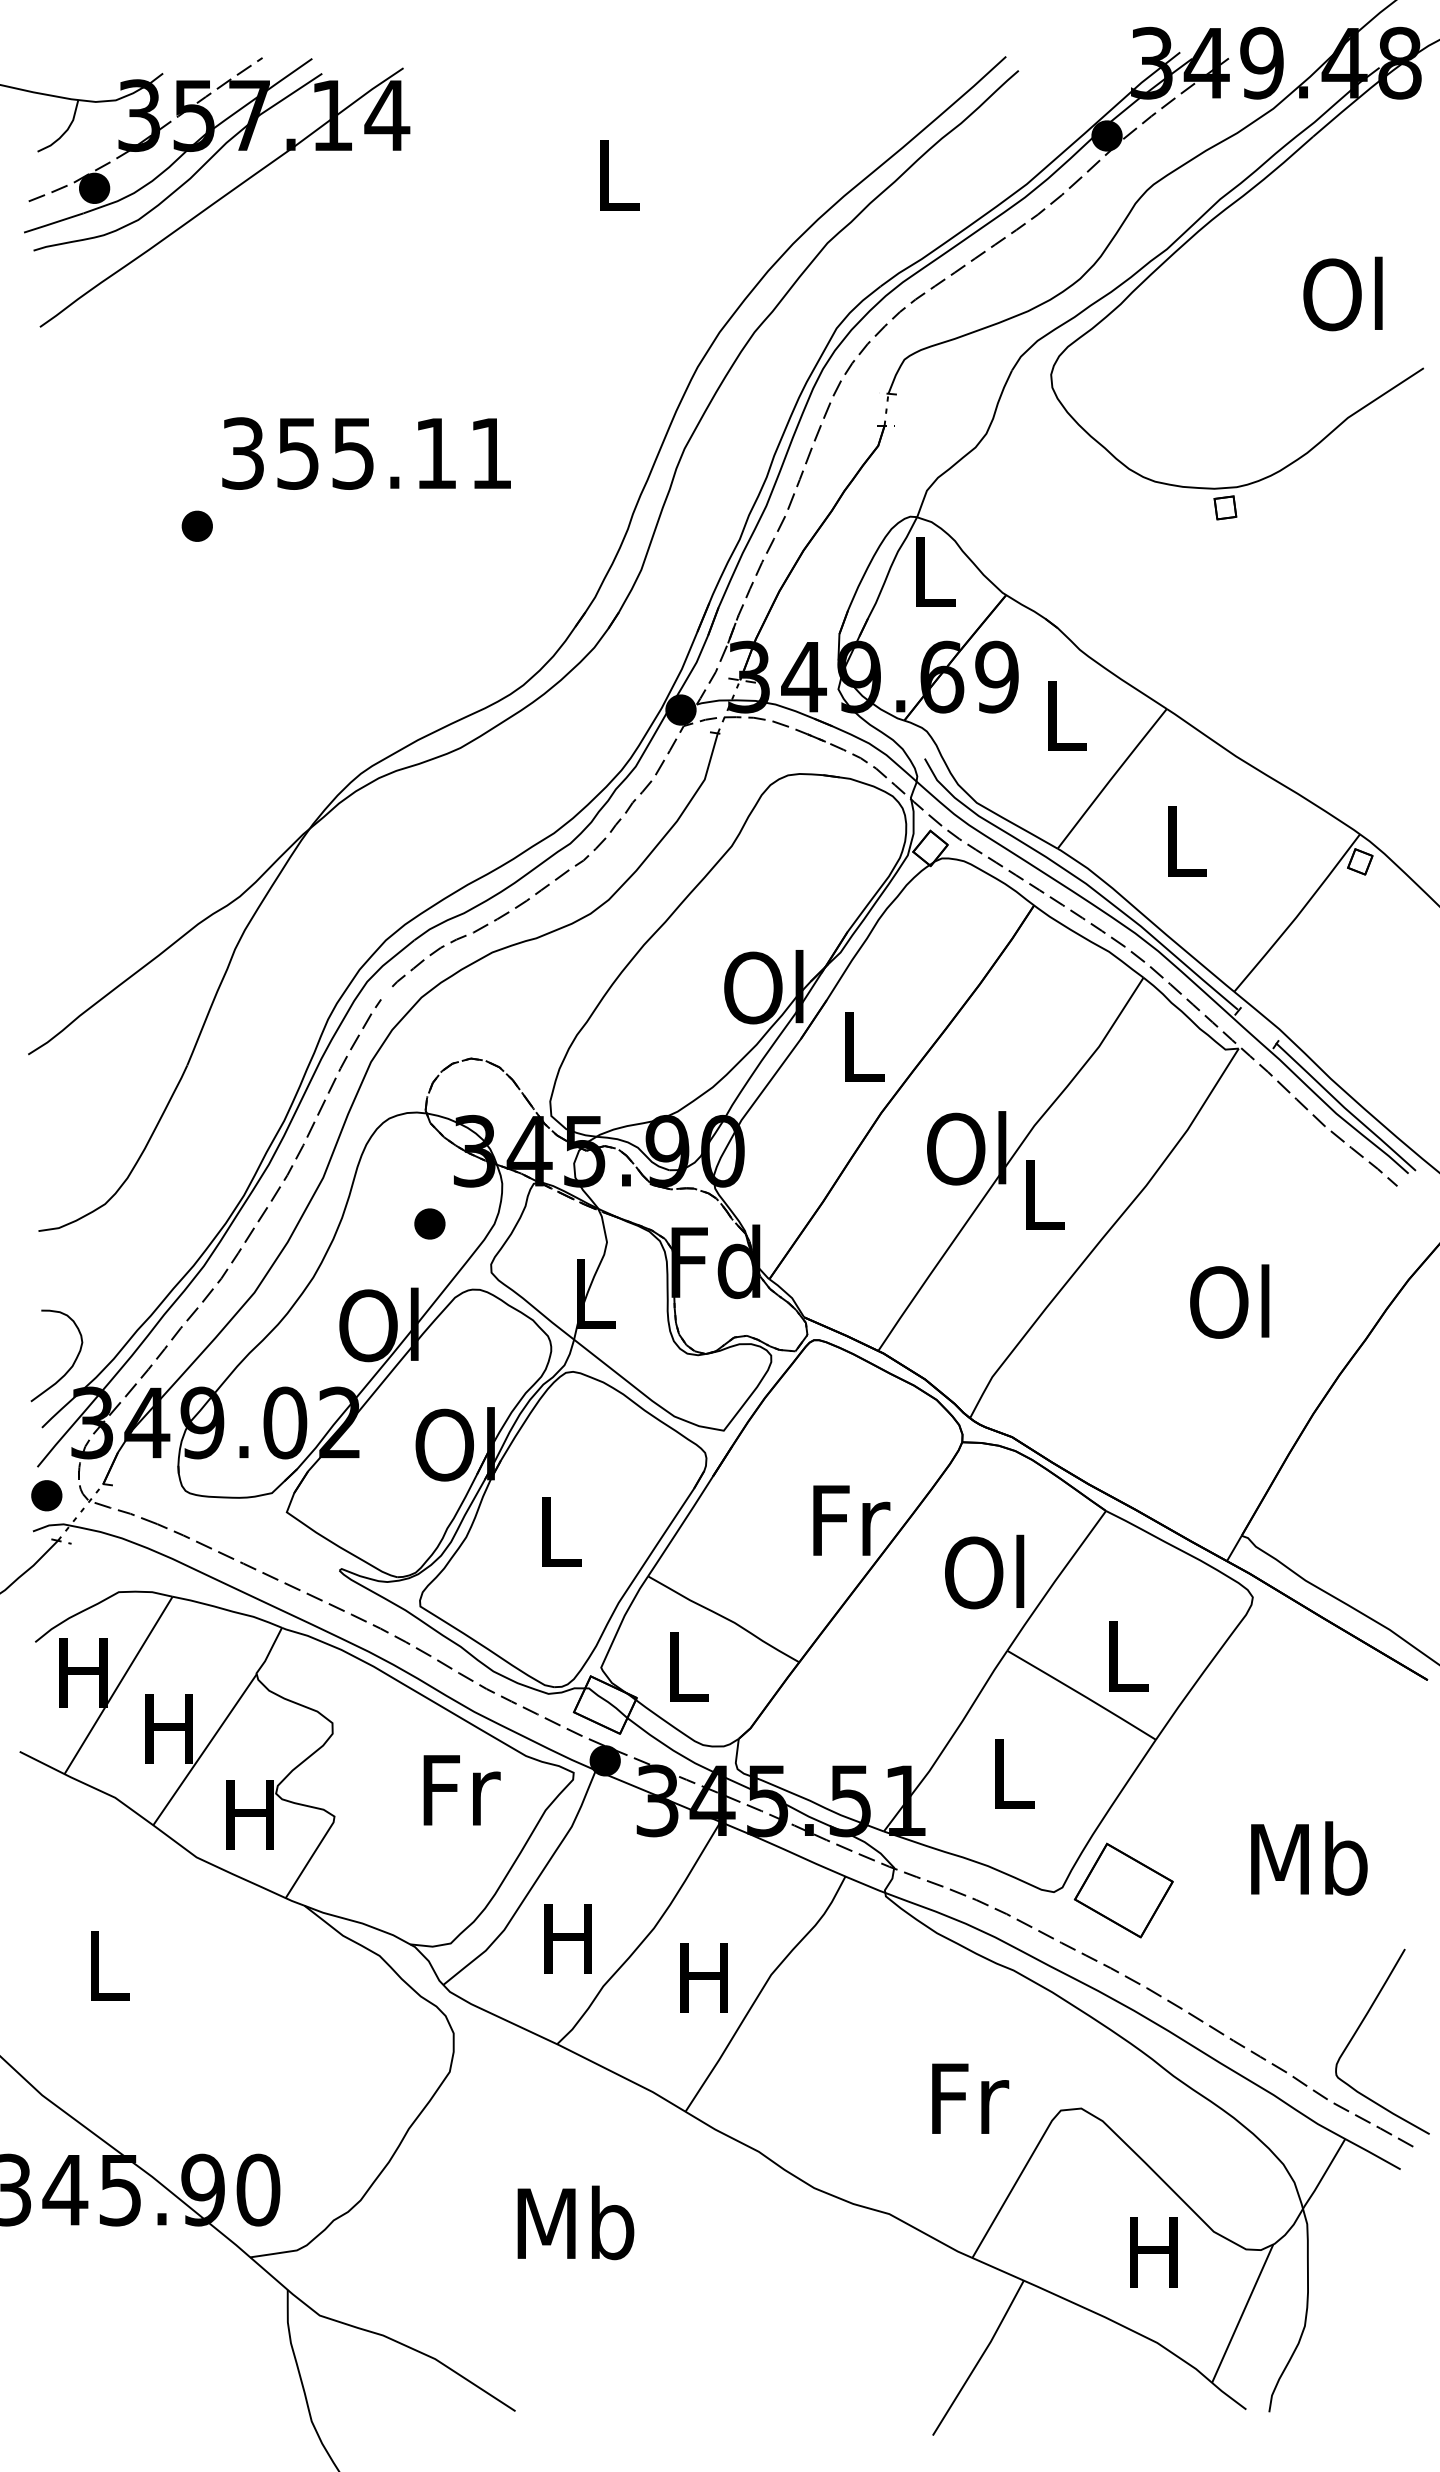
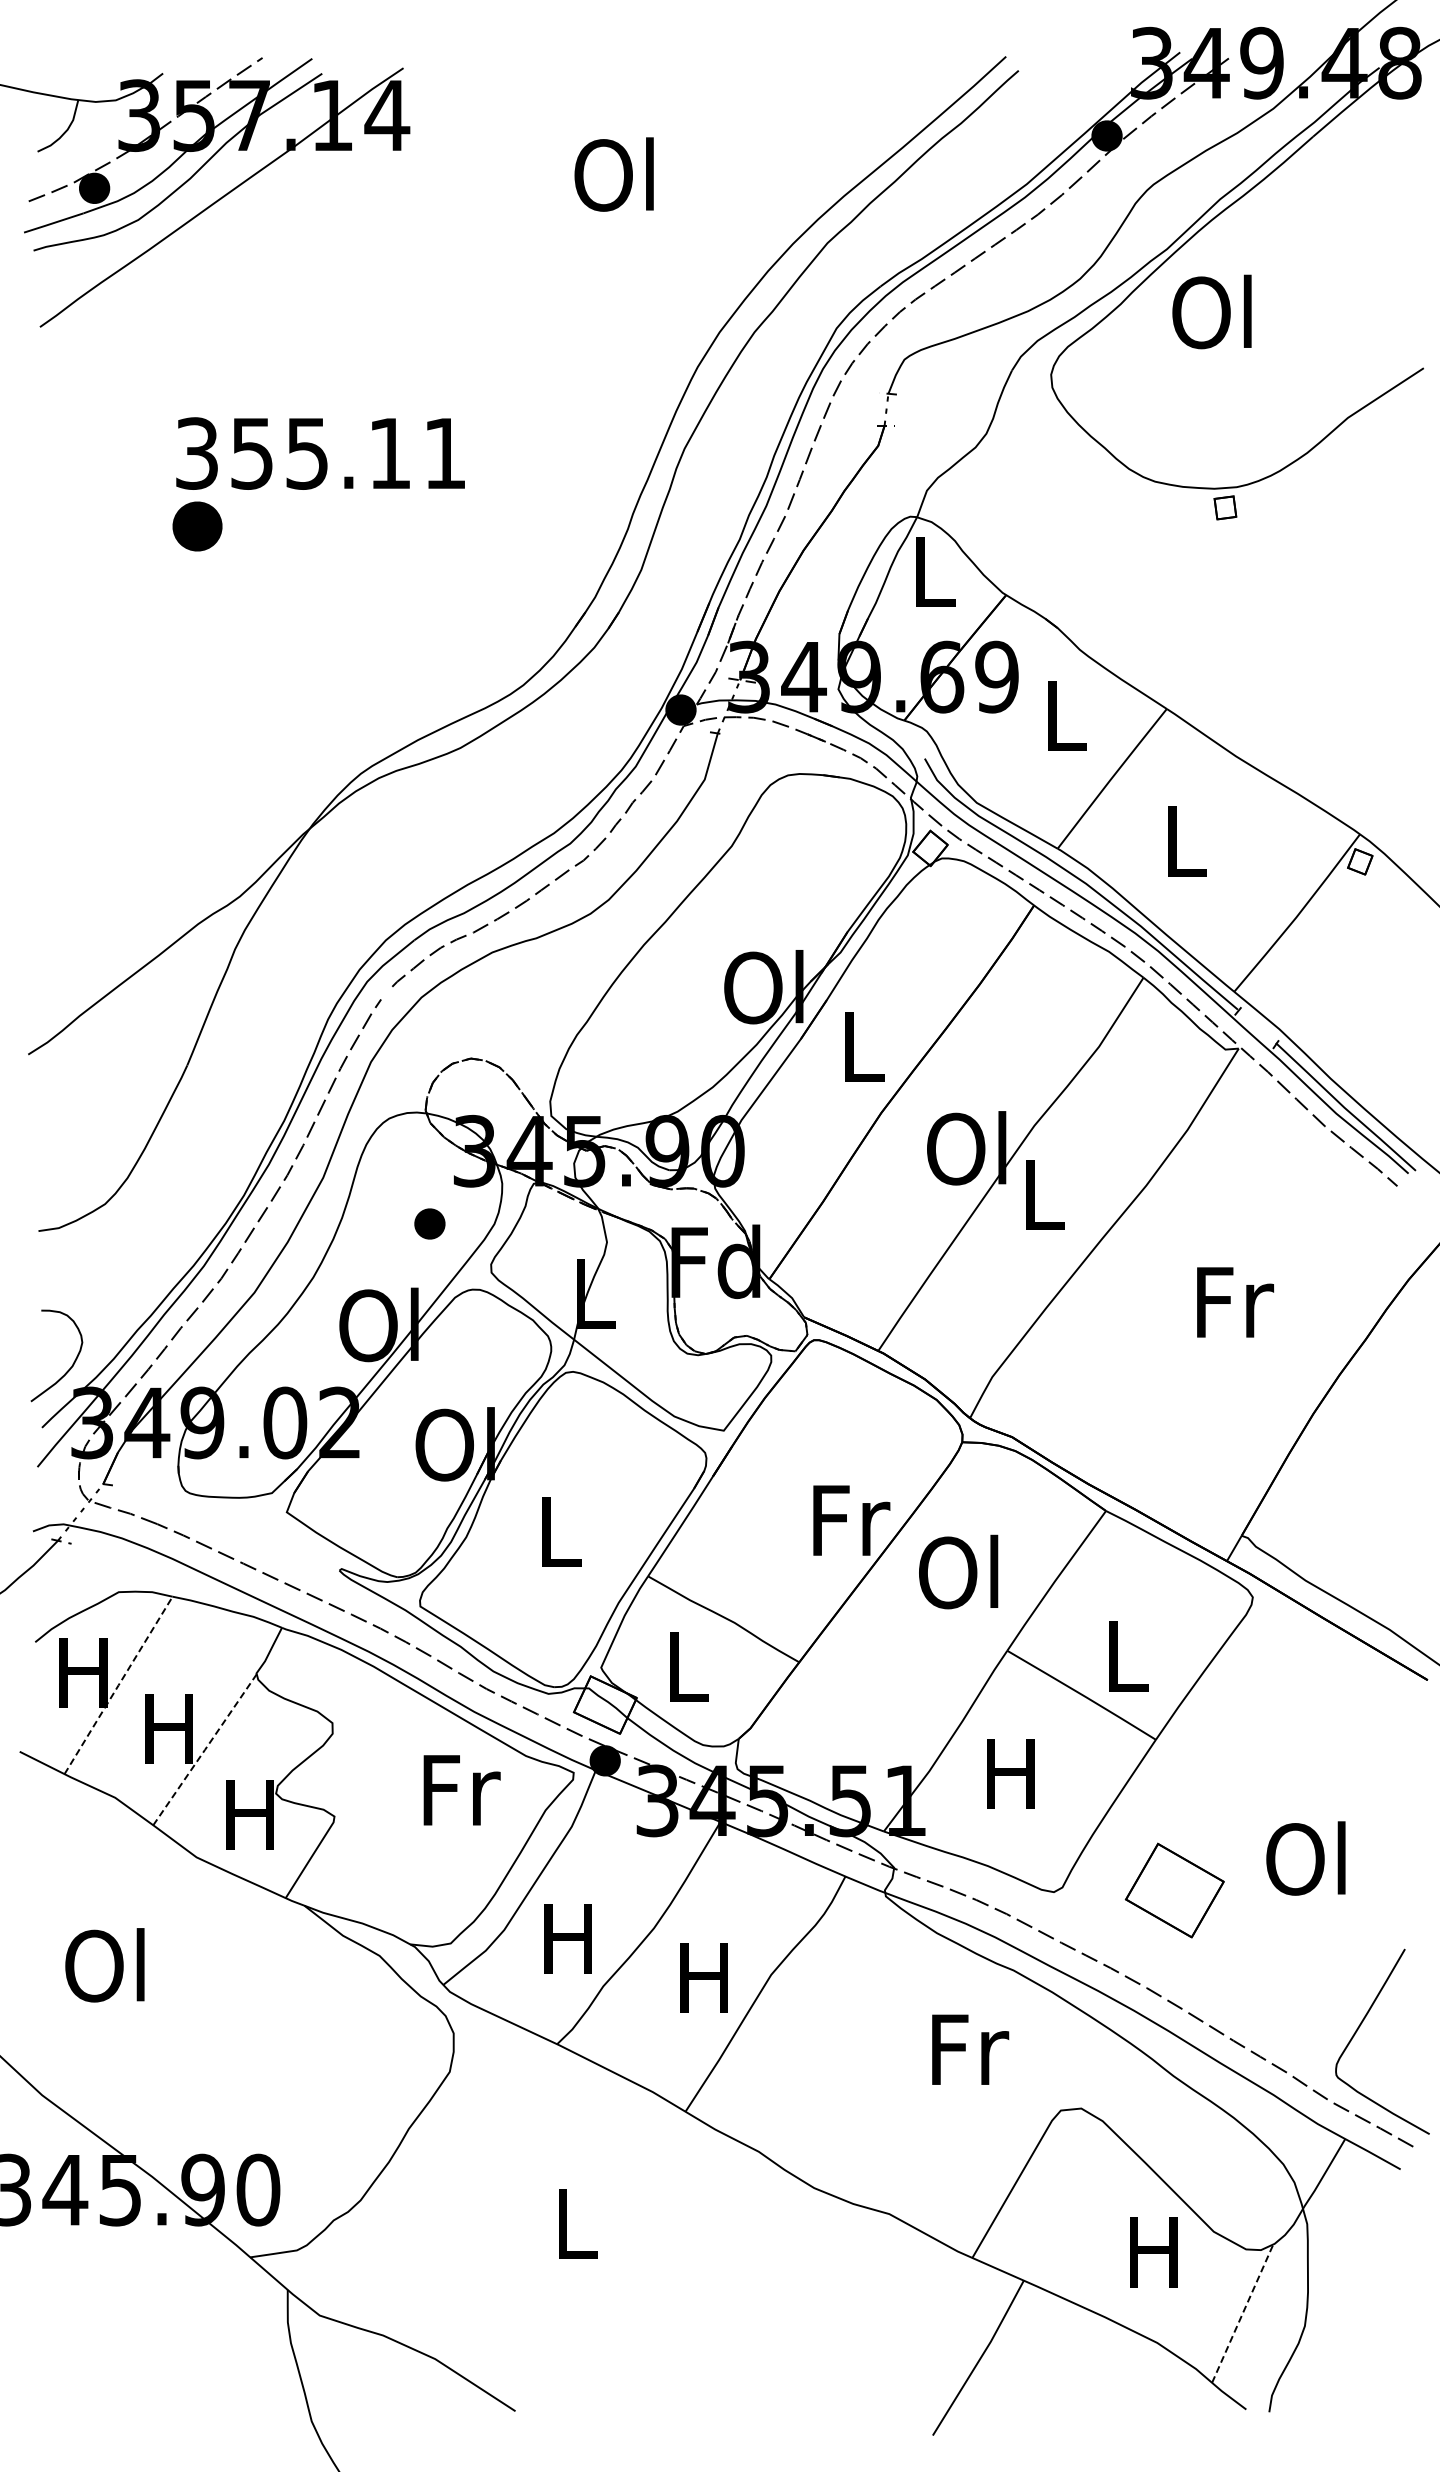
text at (613, 174): L -> Ol
text at (1342, 293) position: (1342, 293) -> (1211, 311)
text at (366, 453) position: (366, 453) -> (320, 453)
part at (196, 525) size: 32x32 px -> 51x51 px
text at (1232, 1301): Ol -> Fr
part at (46, 1495): present -> none
text at (984, 1571) position: (984, 1571) -> (958, 1571)
line at (118, 1685): solid -> dashed
line at (205, 1749): solid -> dashed
text at (1010, 1773): L -> H
text at (1309, 1858): Mb -> Ol
part at (1123, 1890) position: (1123, 1890) -> (1174, 1890)
text at (104, 1965): L -> Ol
text at (970, 2098) position: (970, 2098) -> (970, 2049)
text at (575, 2222): Mb -> L
line at (1242, 2313): solid -> dashed
